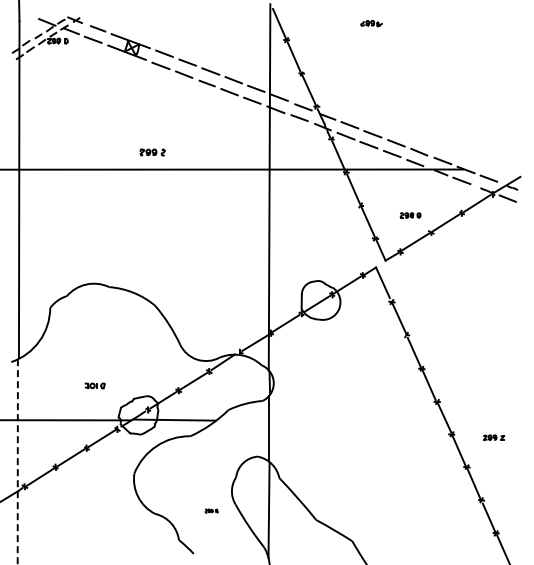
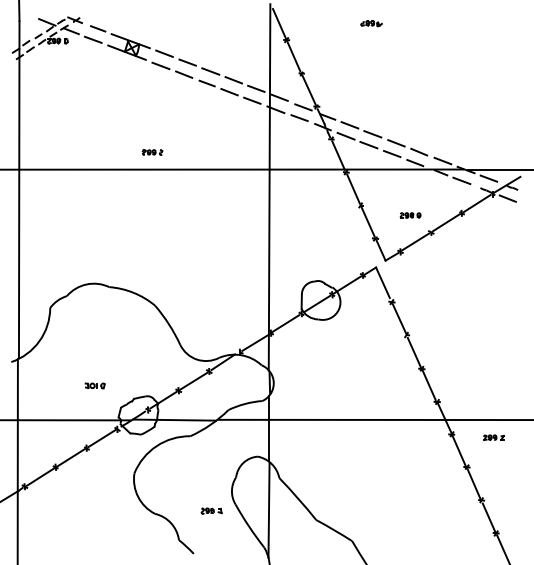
part at (152, 152) size: 27x9 px -> 23x7 px
line at (498, 170): none -> present
line at (374, 419): none -> present
line at (17, 462): dashed -> solid
part at (211, 510) size: 15x6 px -> 23x8 px
